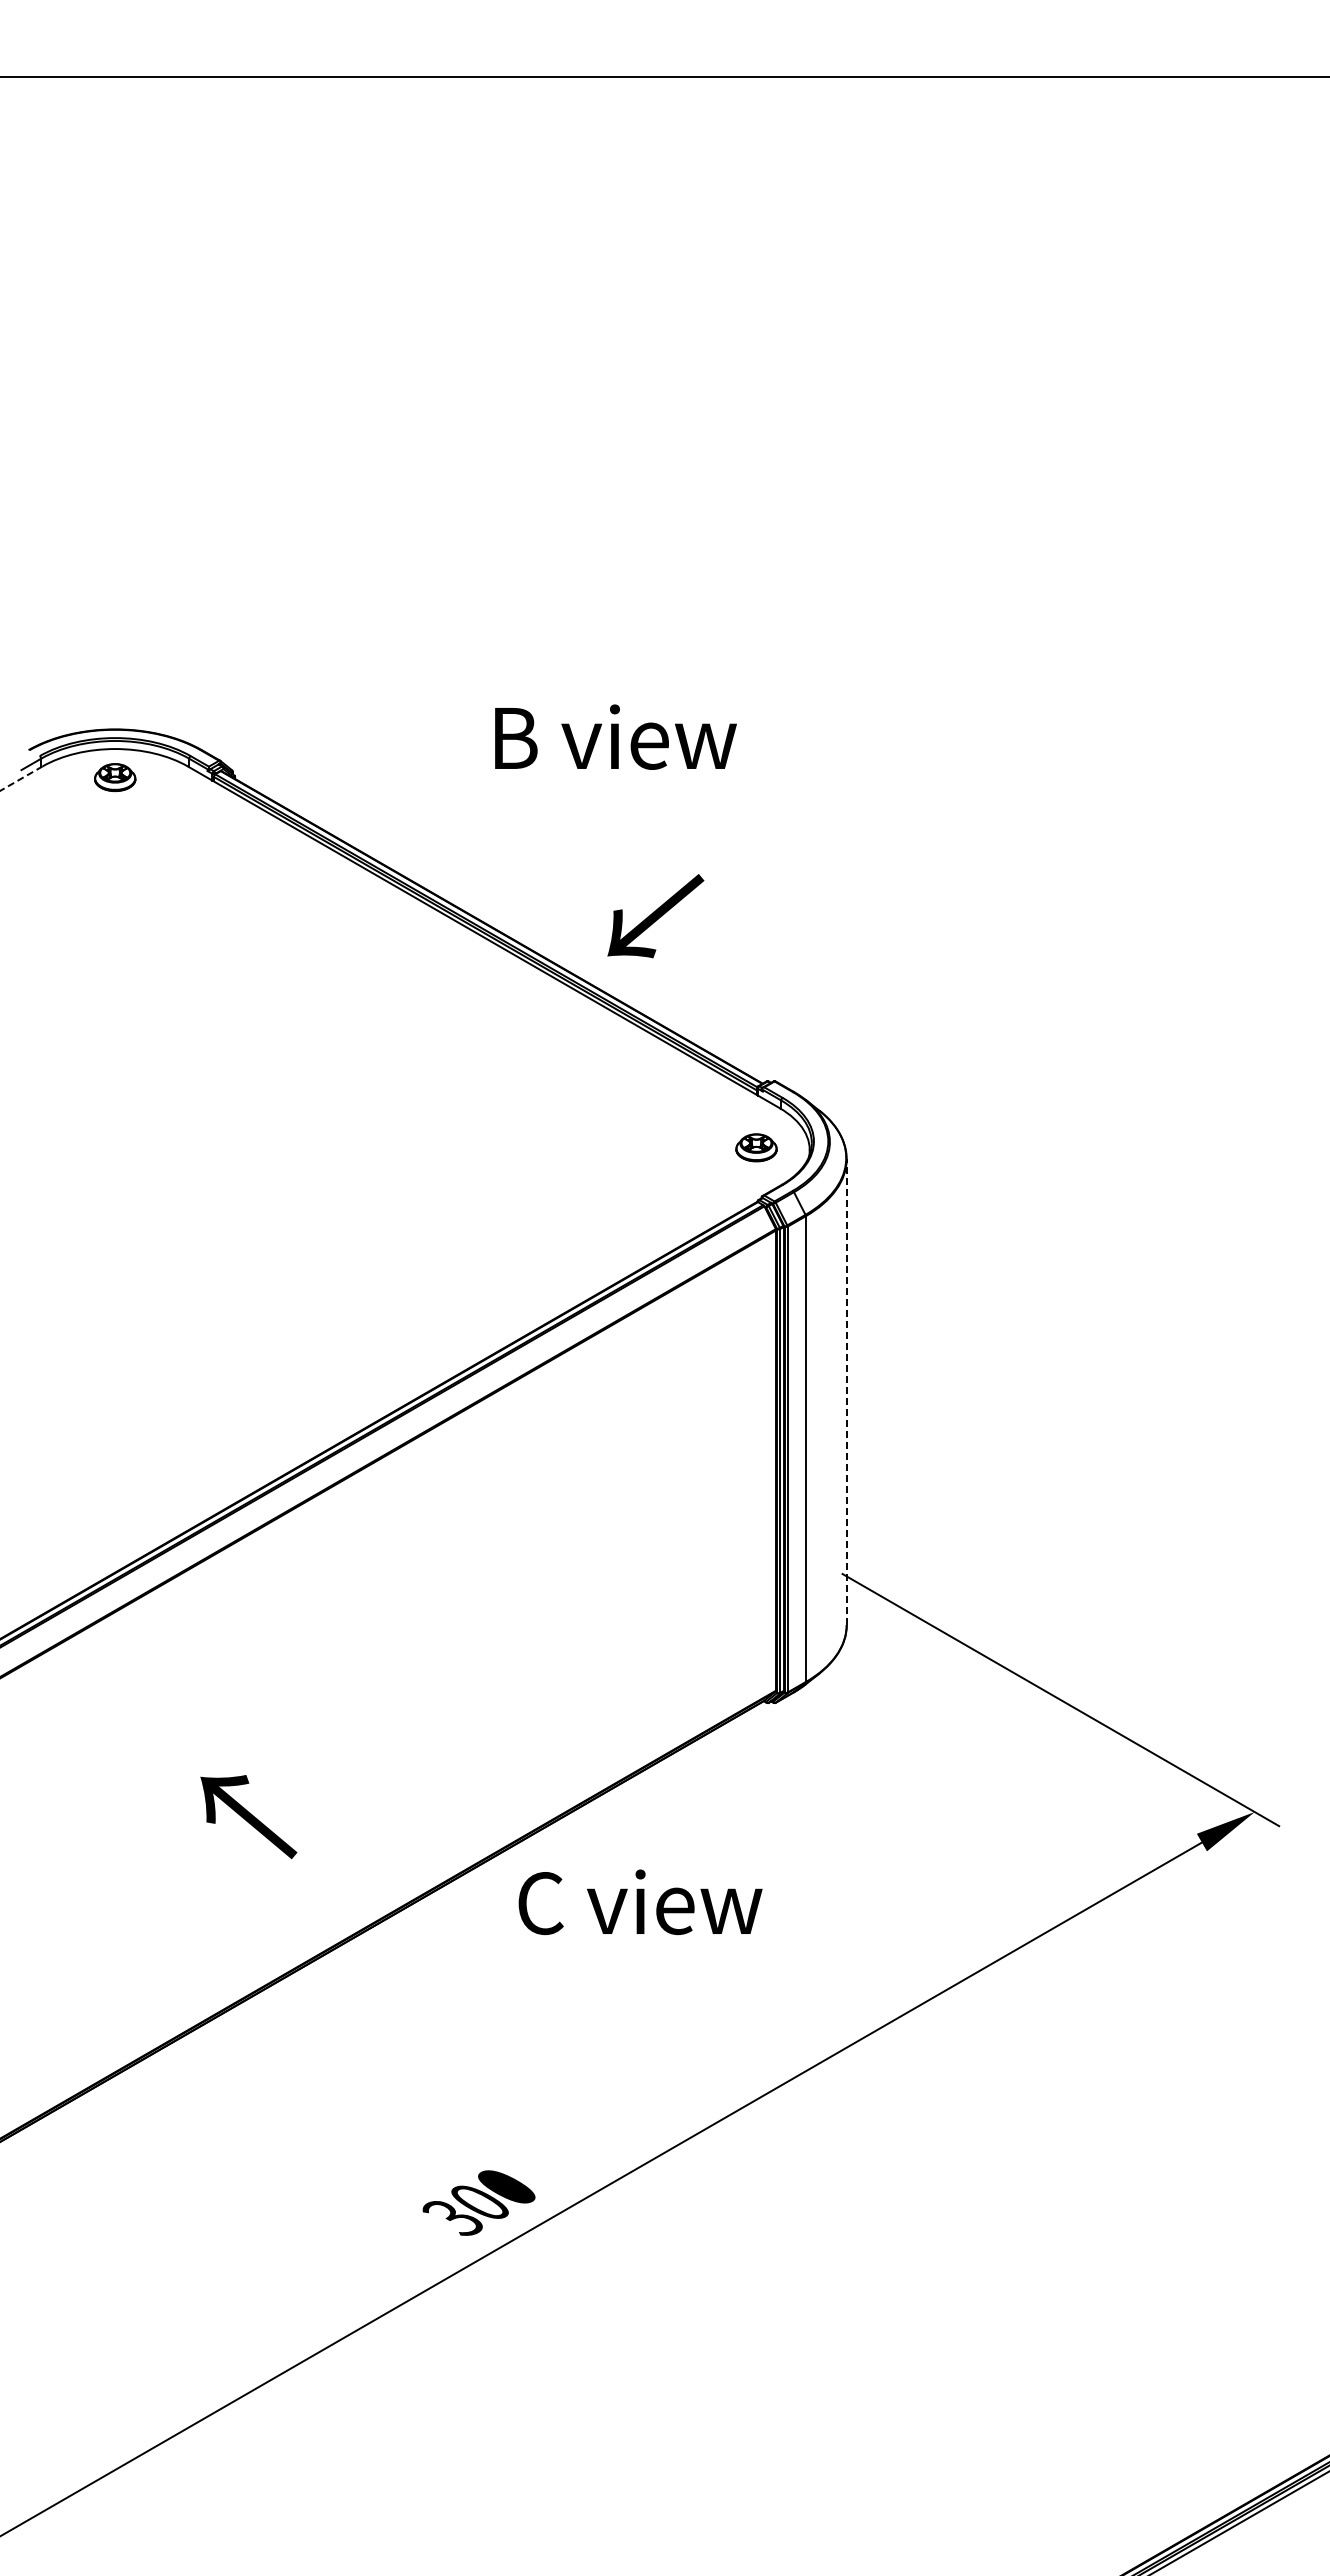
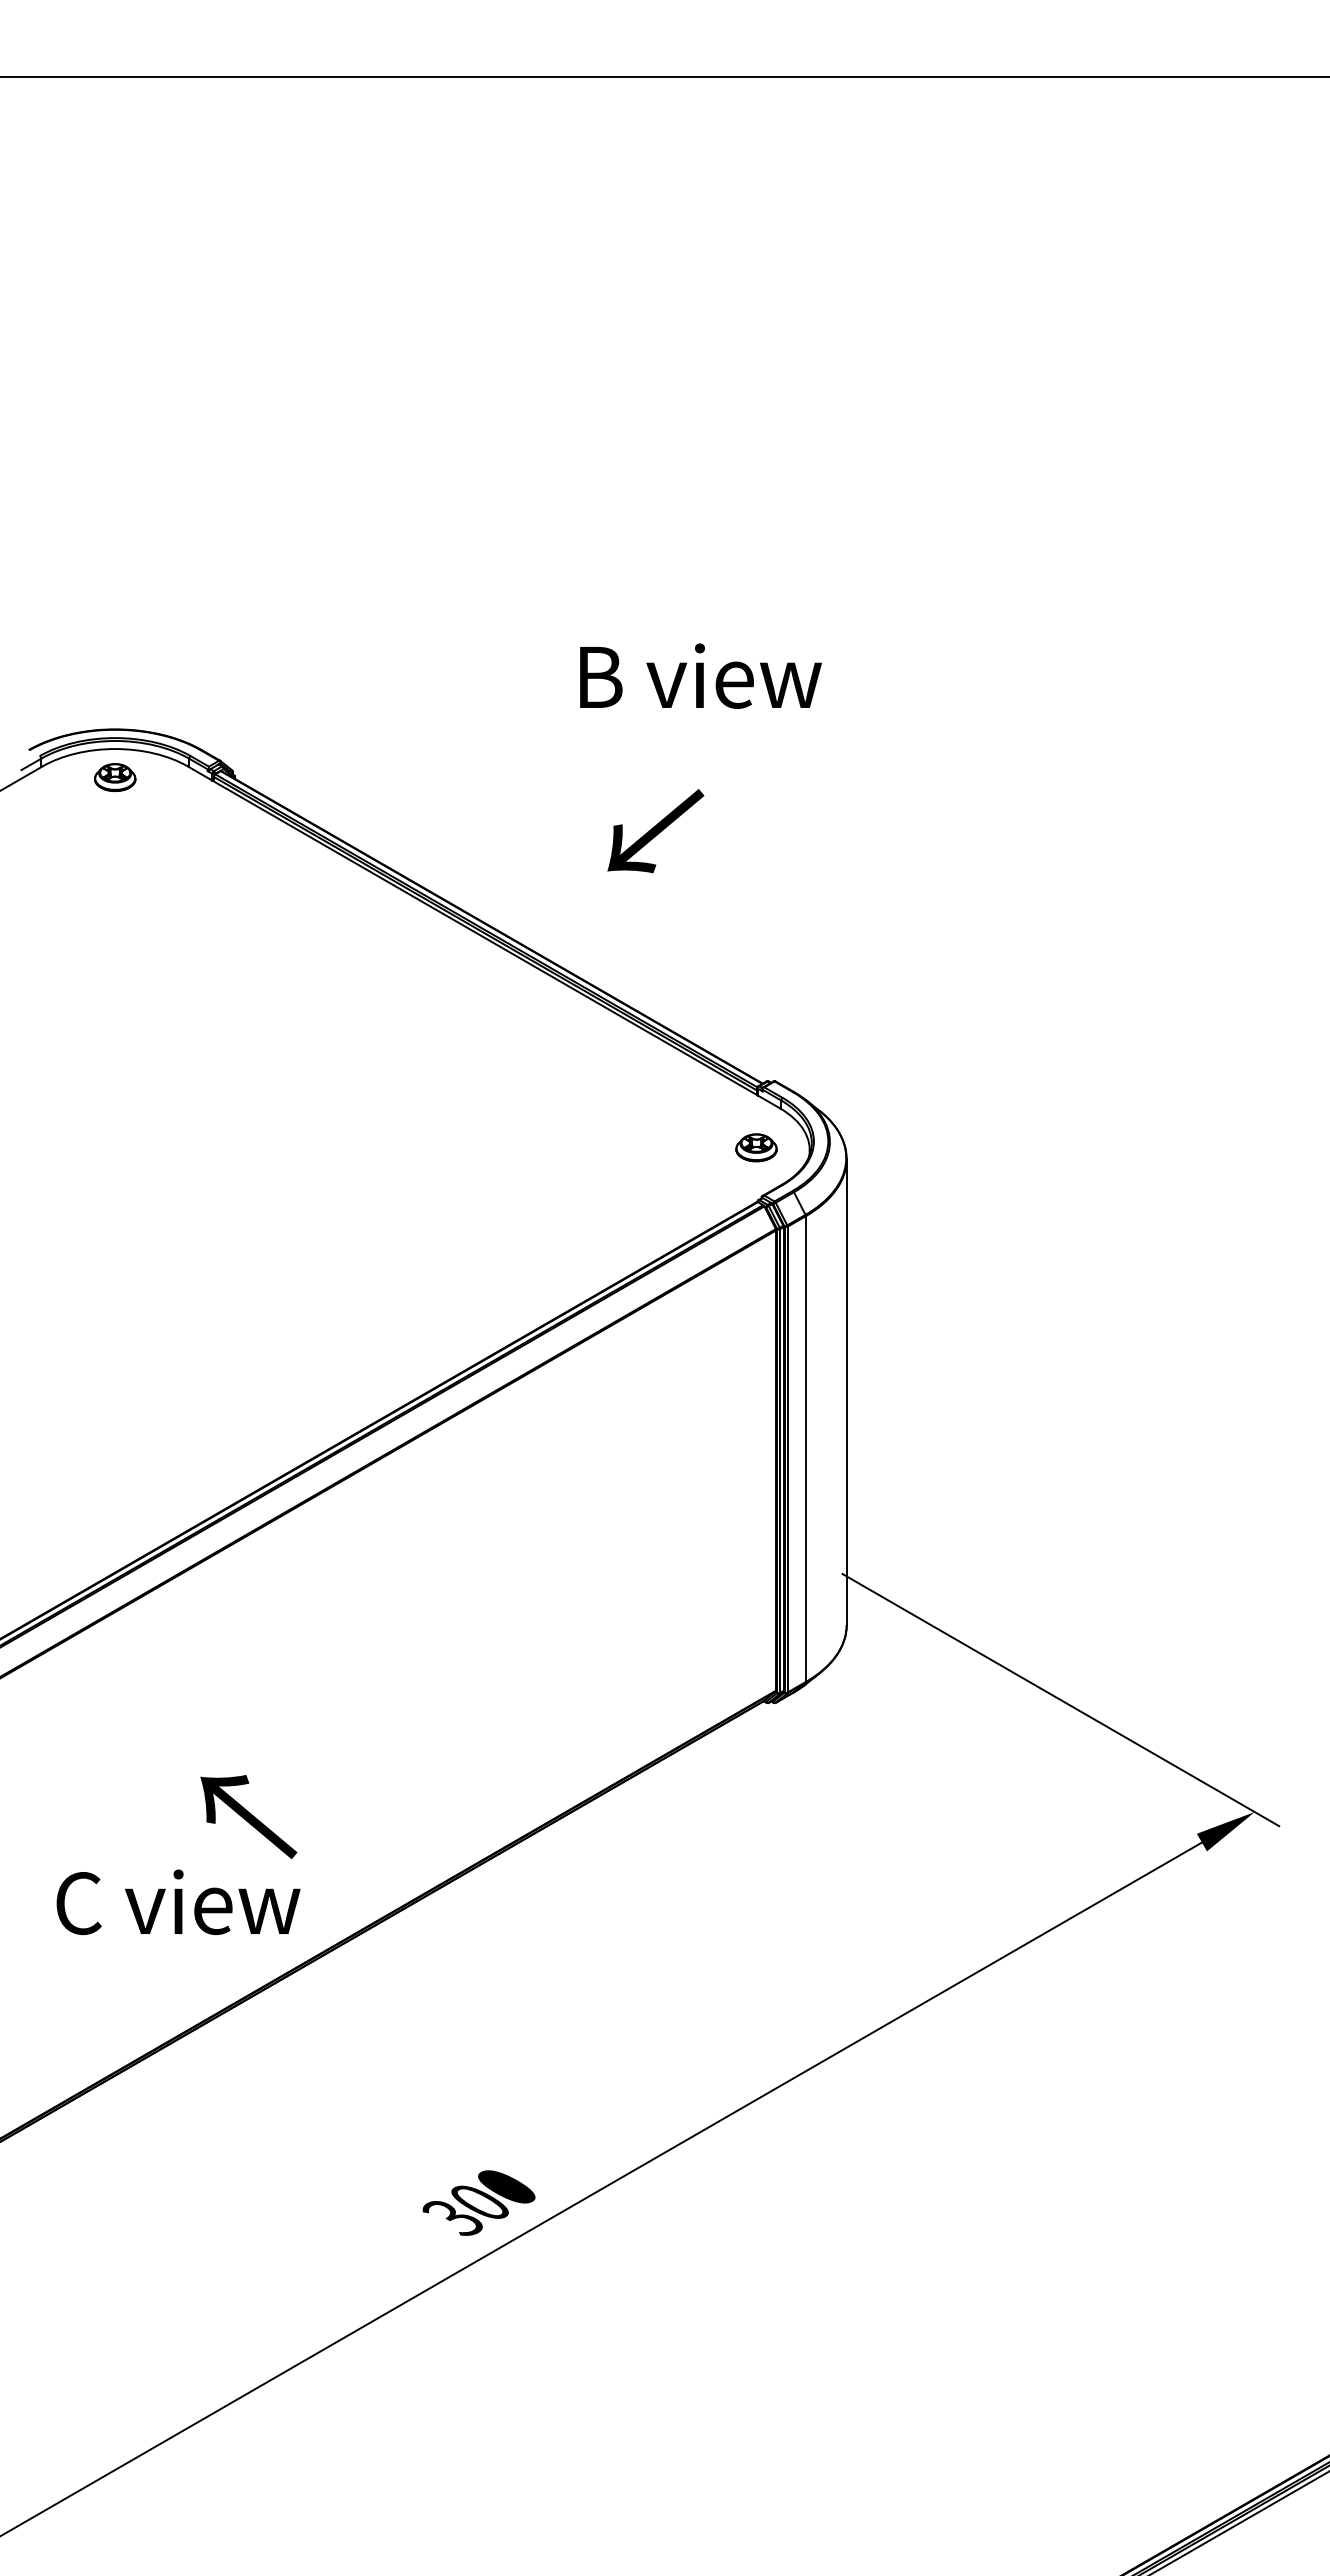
text at (615, 736) position: (615, 736) -> (700, 675)
line at (21, 778): dashed -> solid
text at (655, 916) position: (655, 916) -> (655, 831)
line at (846, 1392): dashed -> solid
text at (640, 1902) position: (640, 1902) -> (178, 1902)
